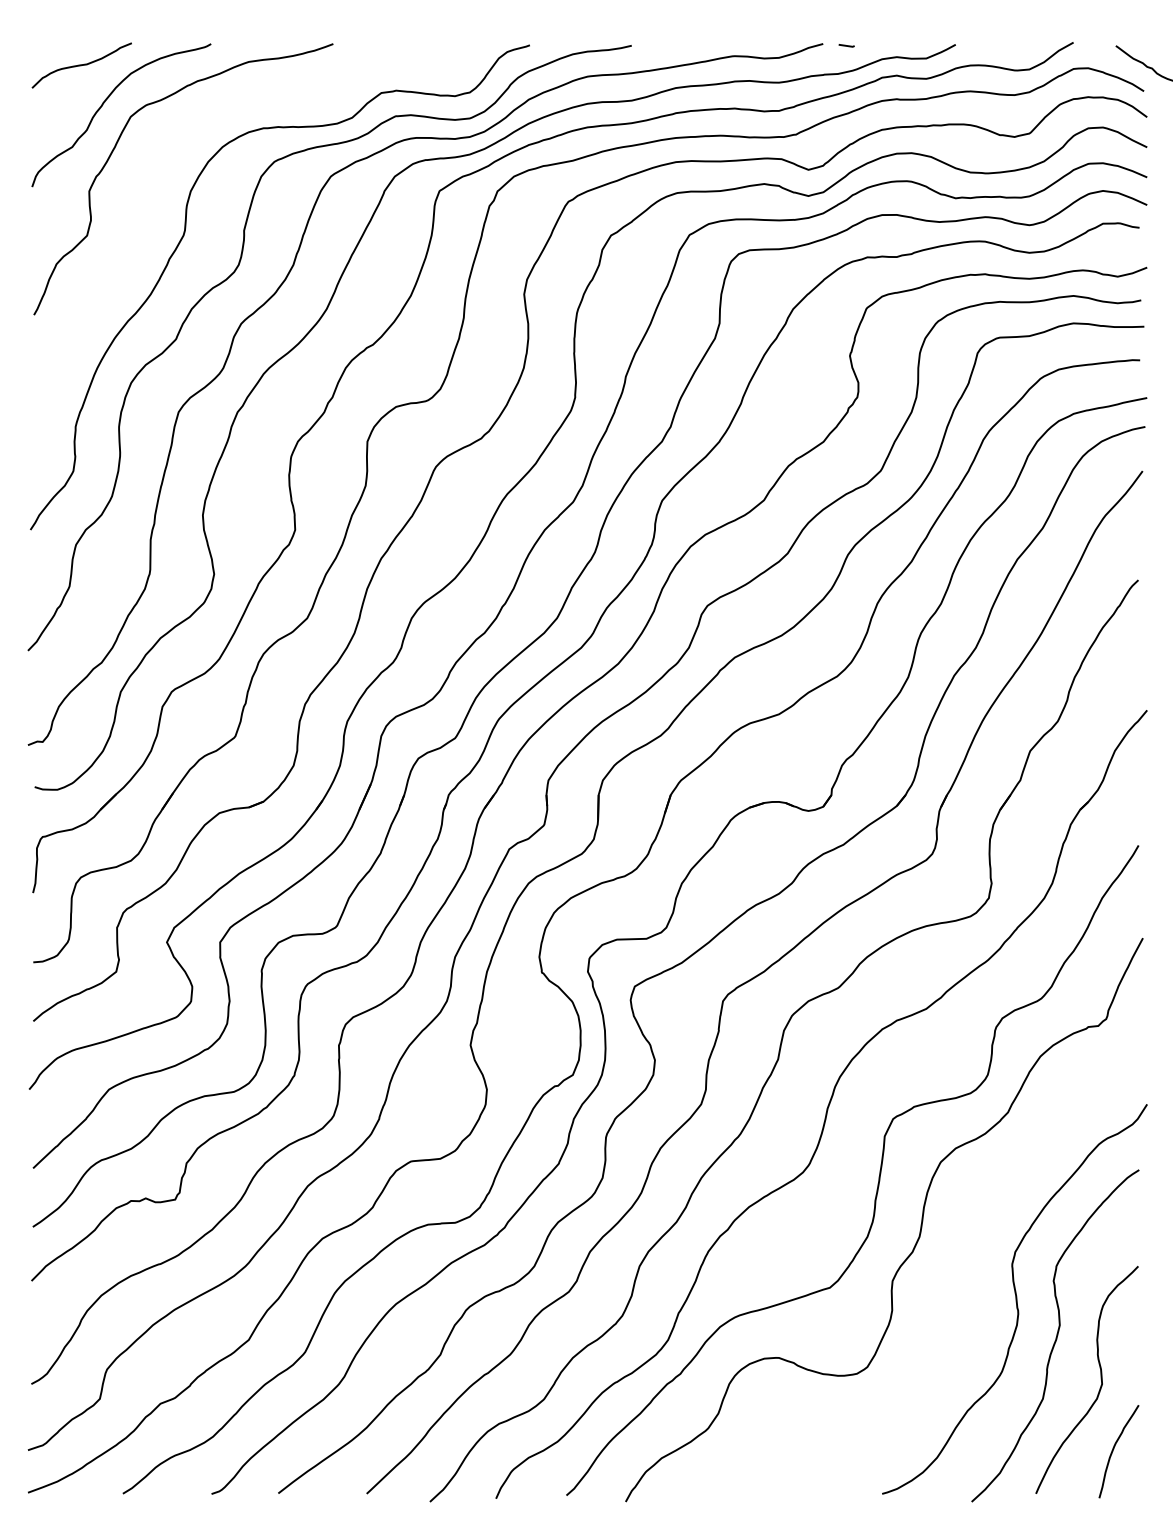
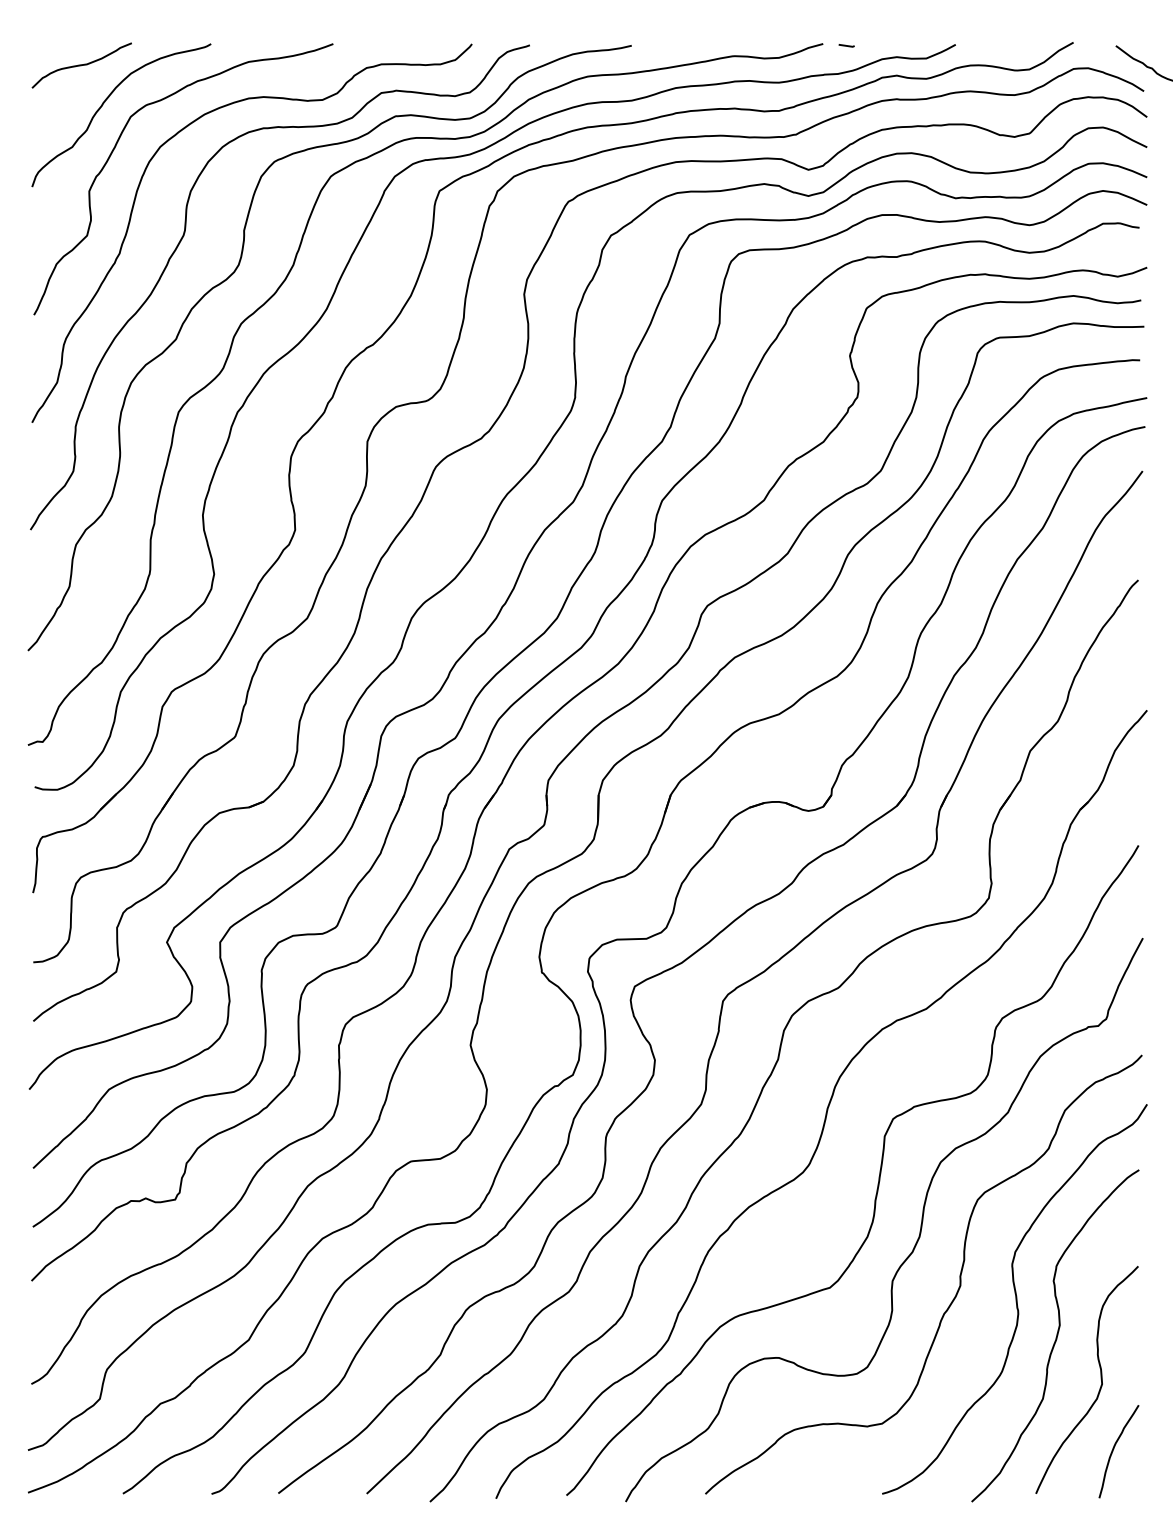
curve at (136, 198): none -> present
curve at (959, 1274): none -> present
